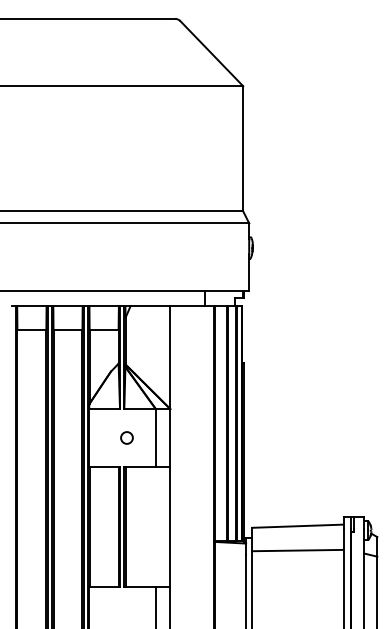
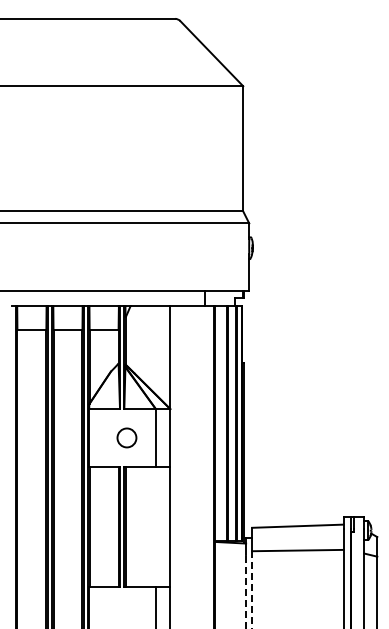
circle at (126, 437) size: 14x14 px -> 22x22 px
line at (252, 590): solid -> dashed
line at (246, 591): solid -> dashed
